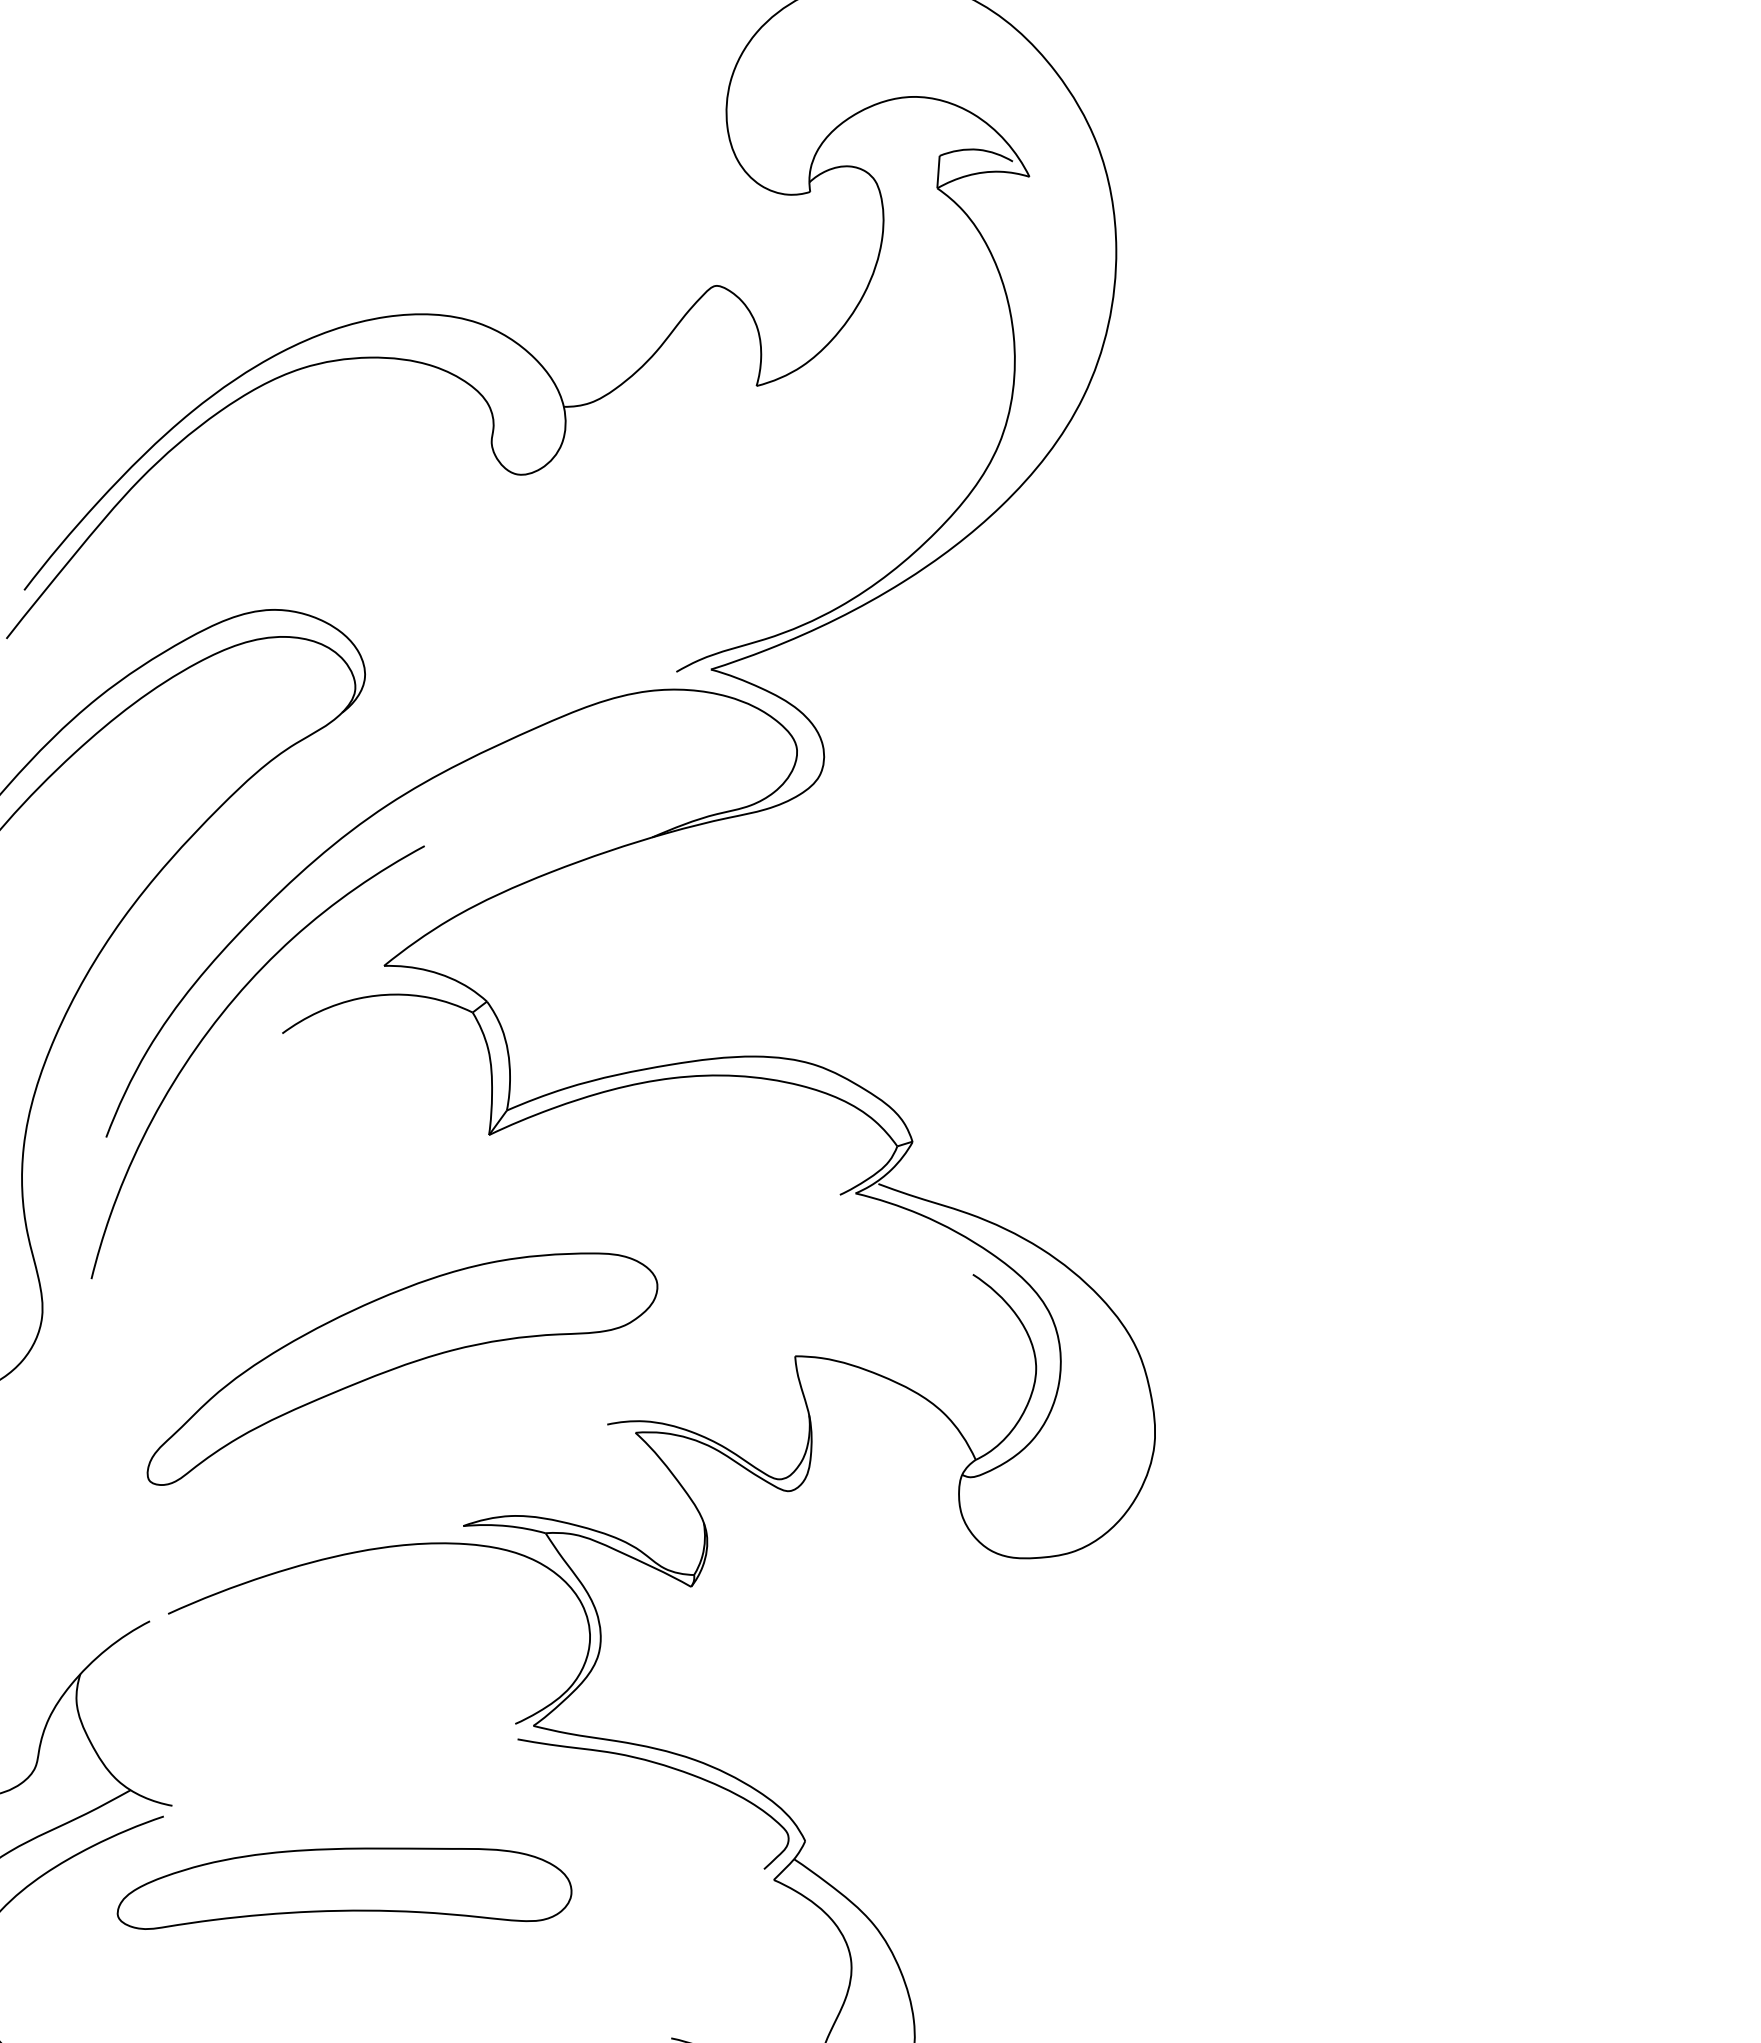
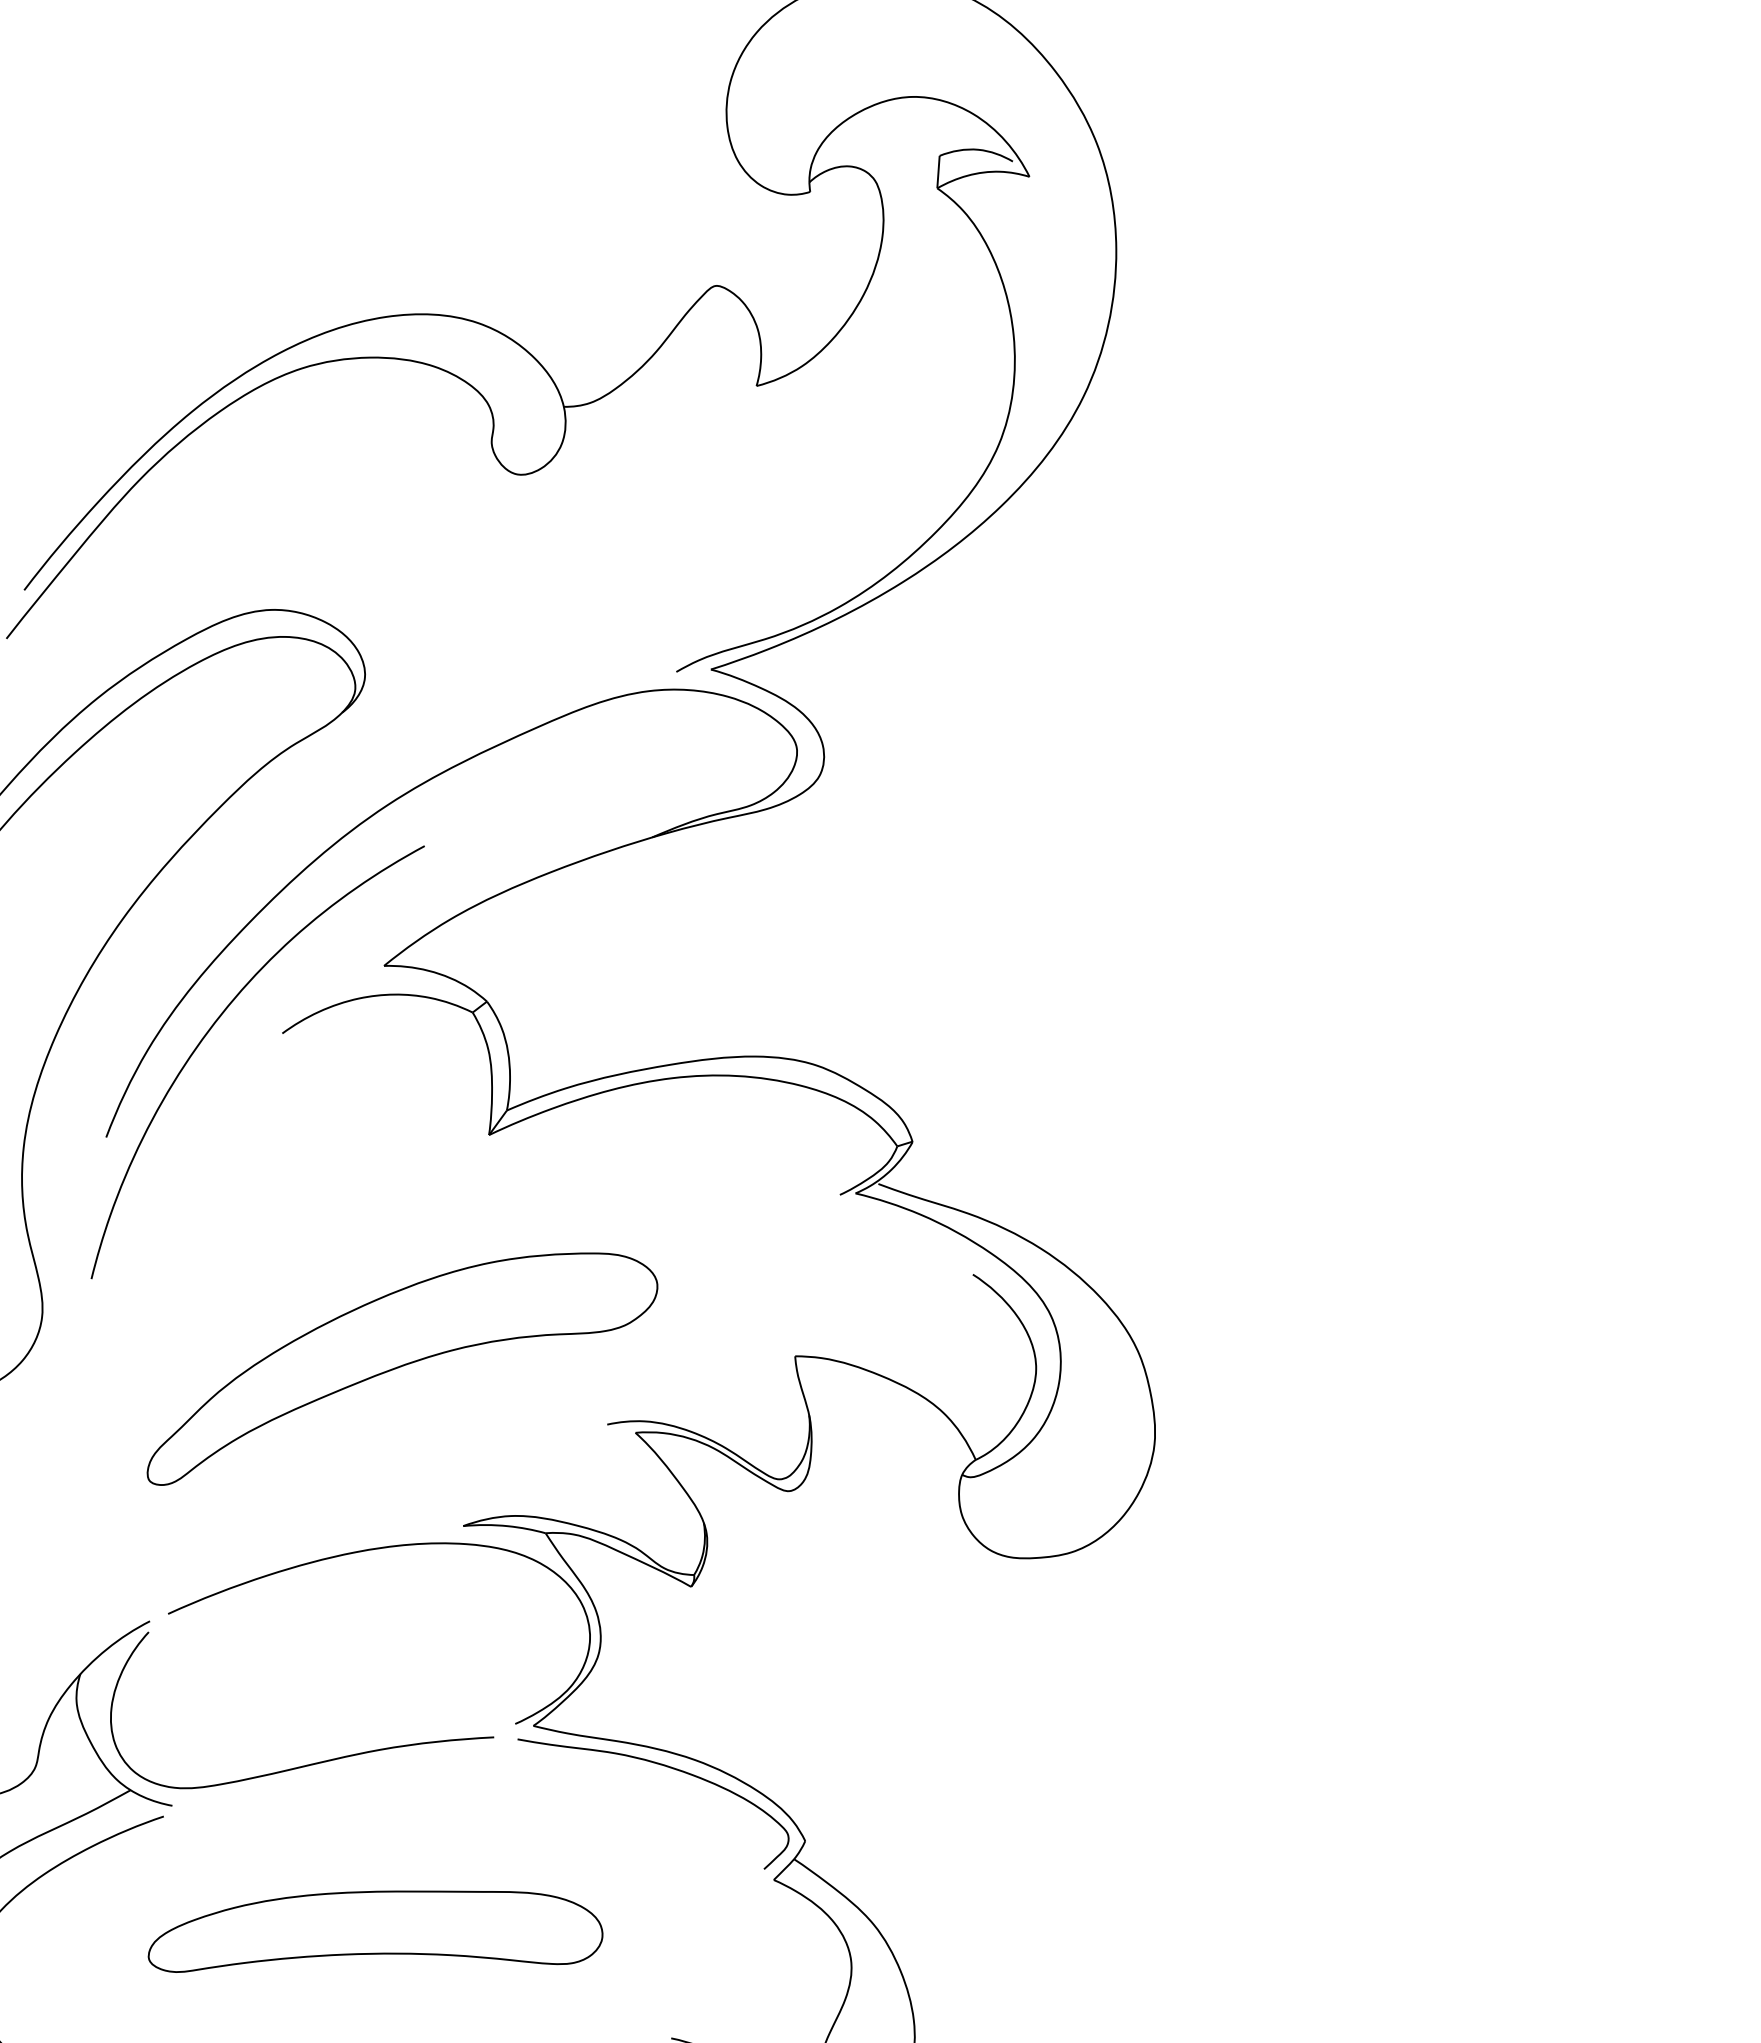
curve at (315, 1762): none -> present
part at (344, 1888) position: (344, 1888) -> (375, 1931)
